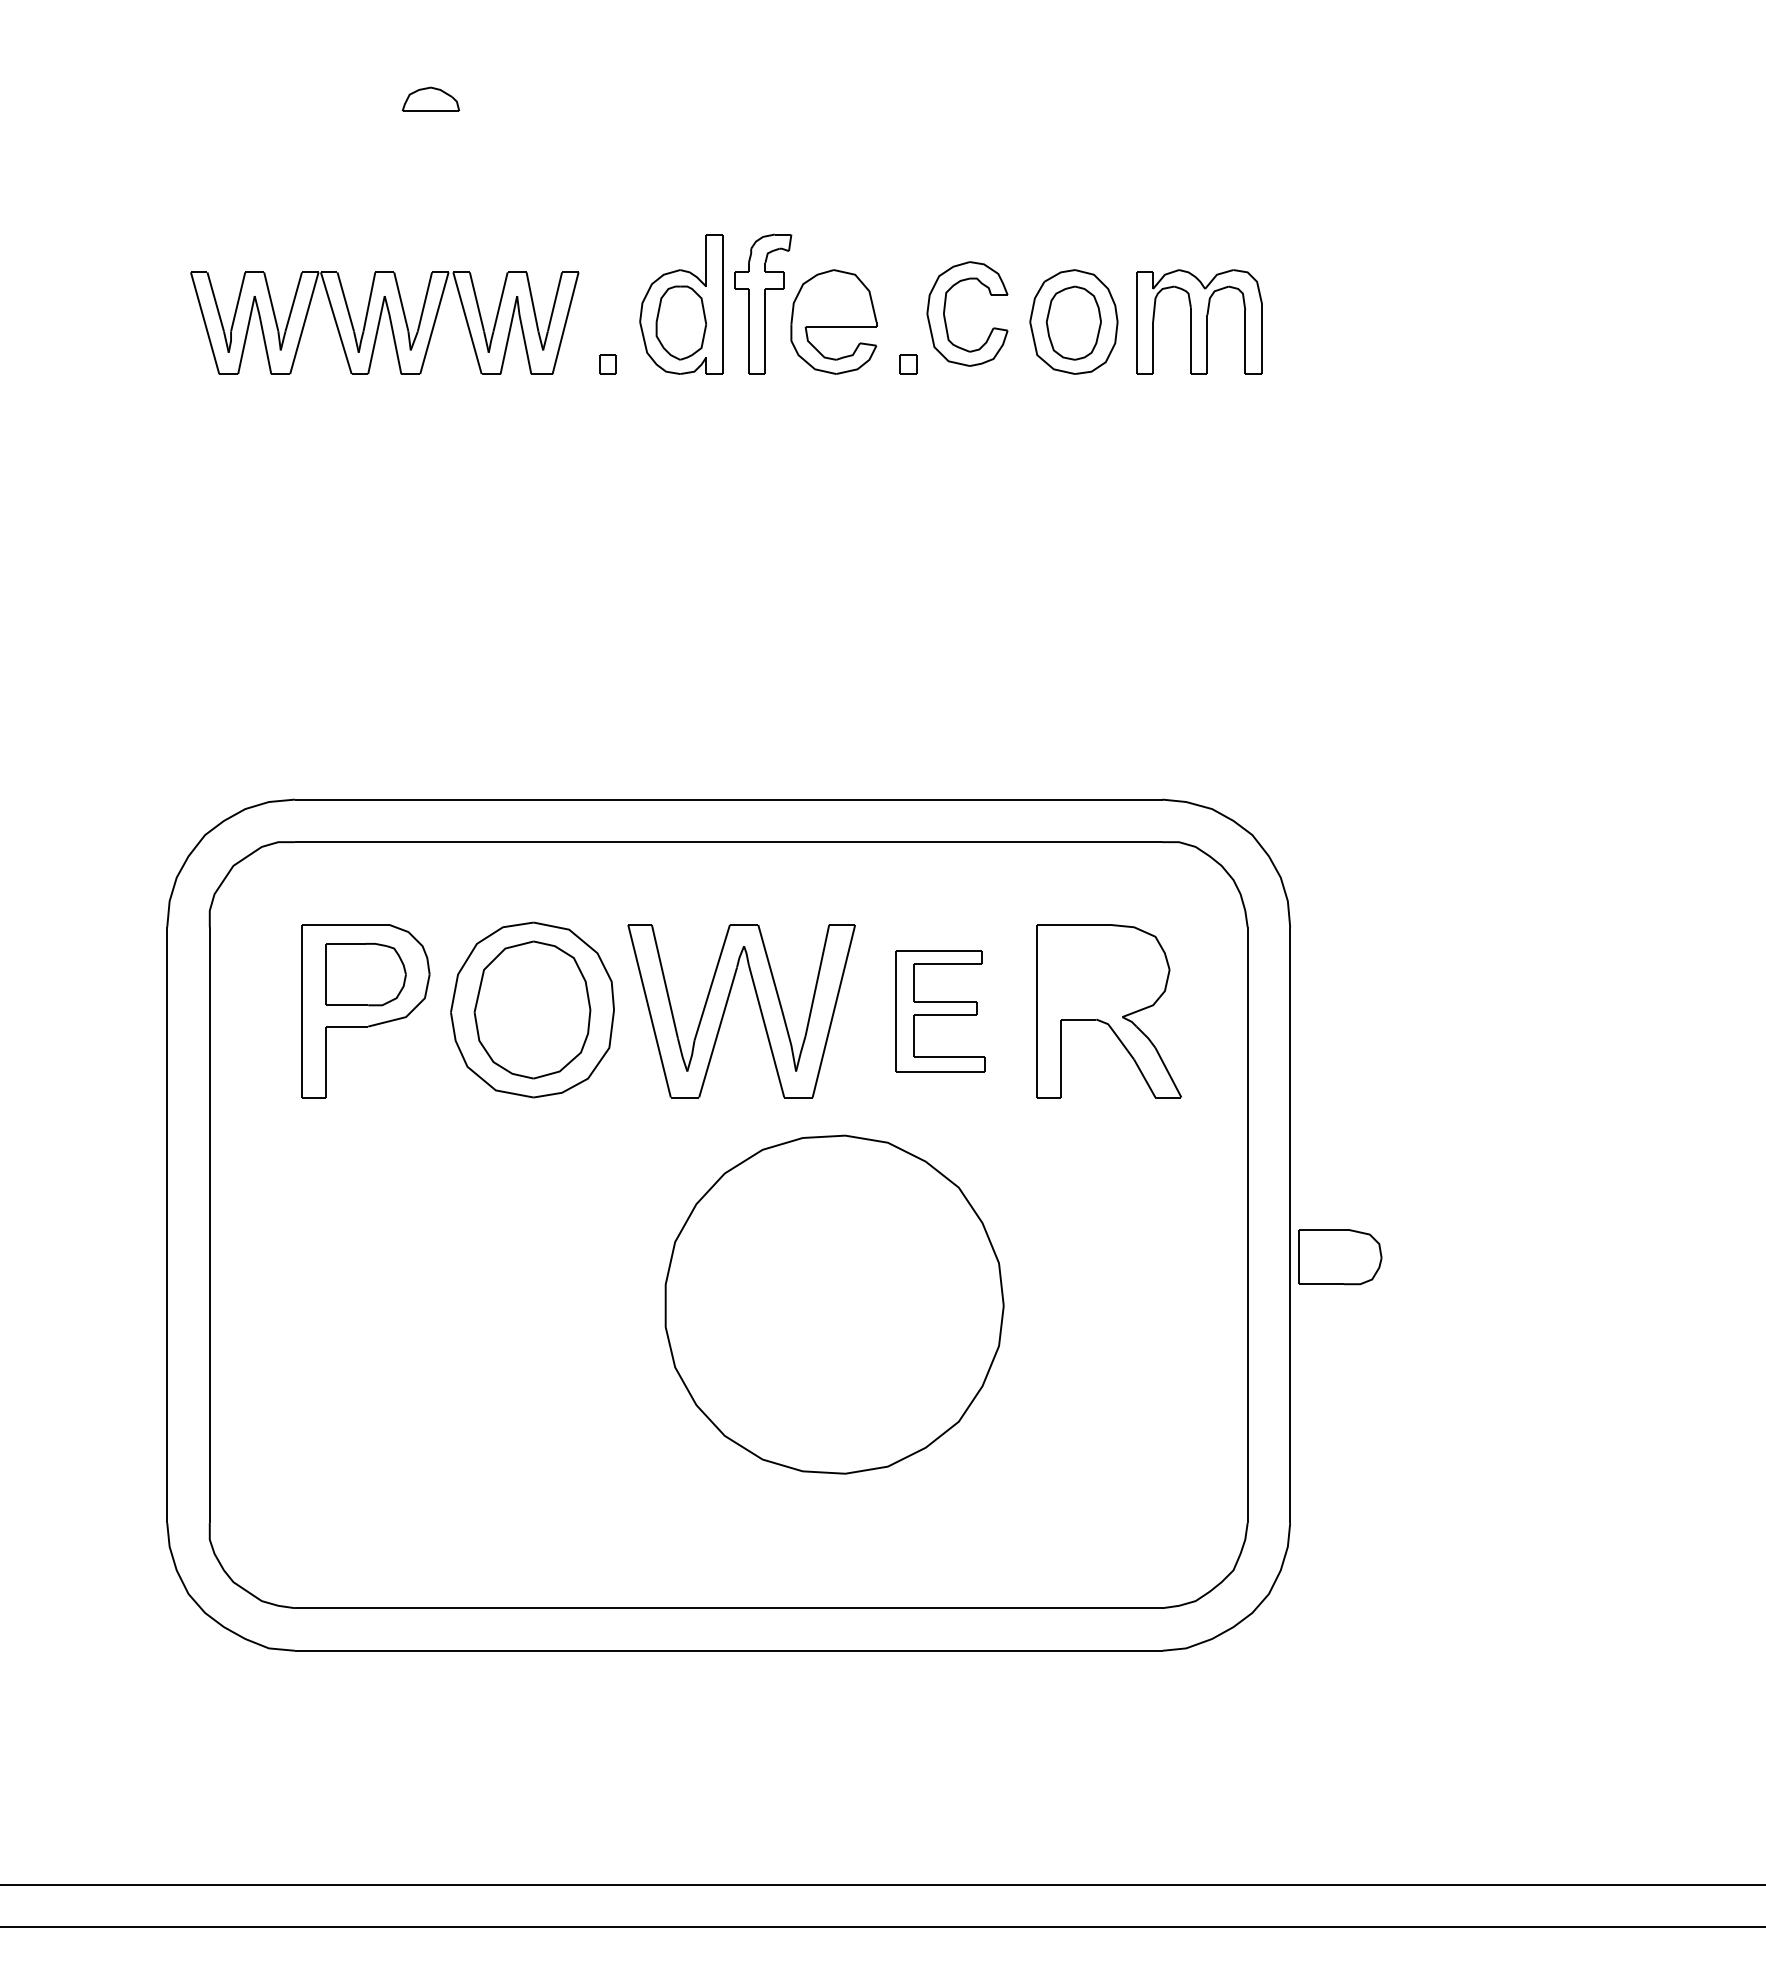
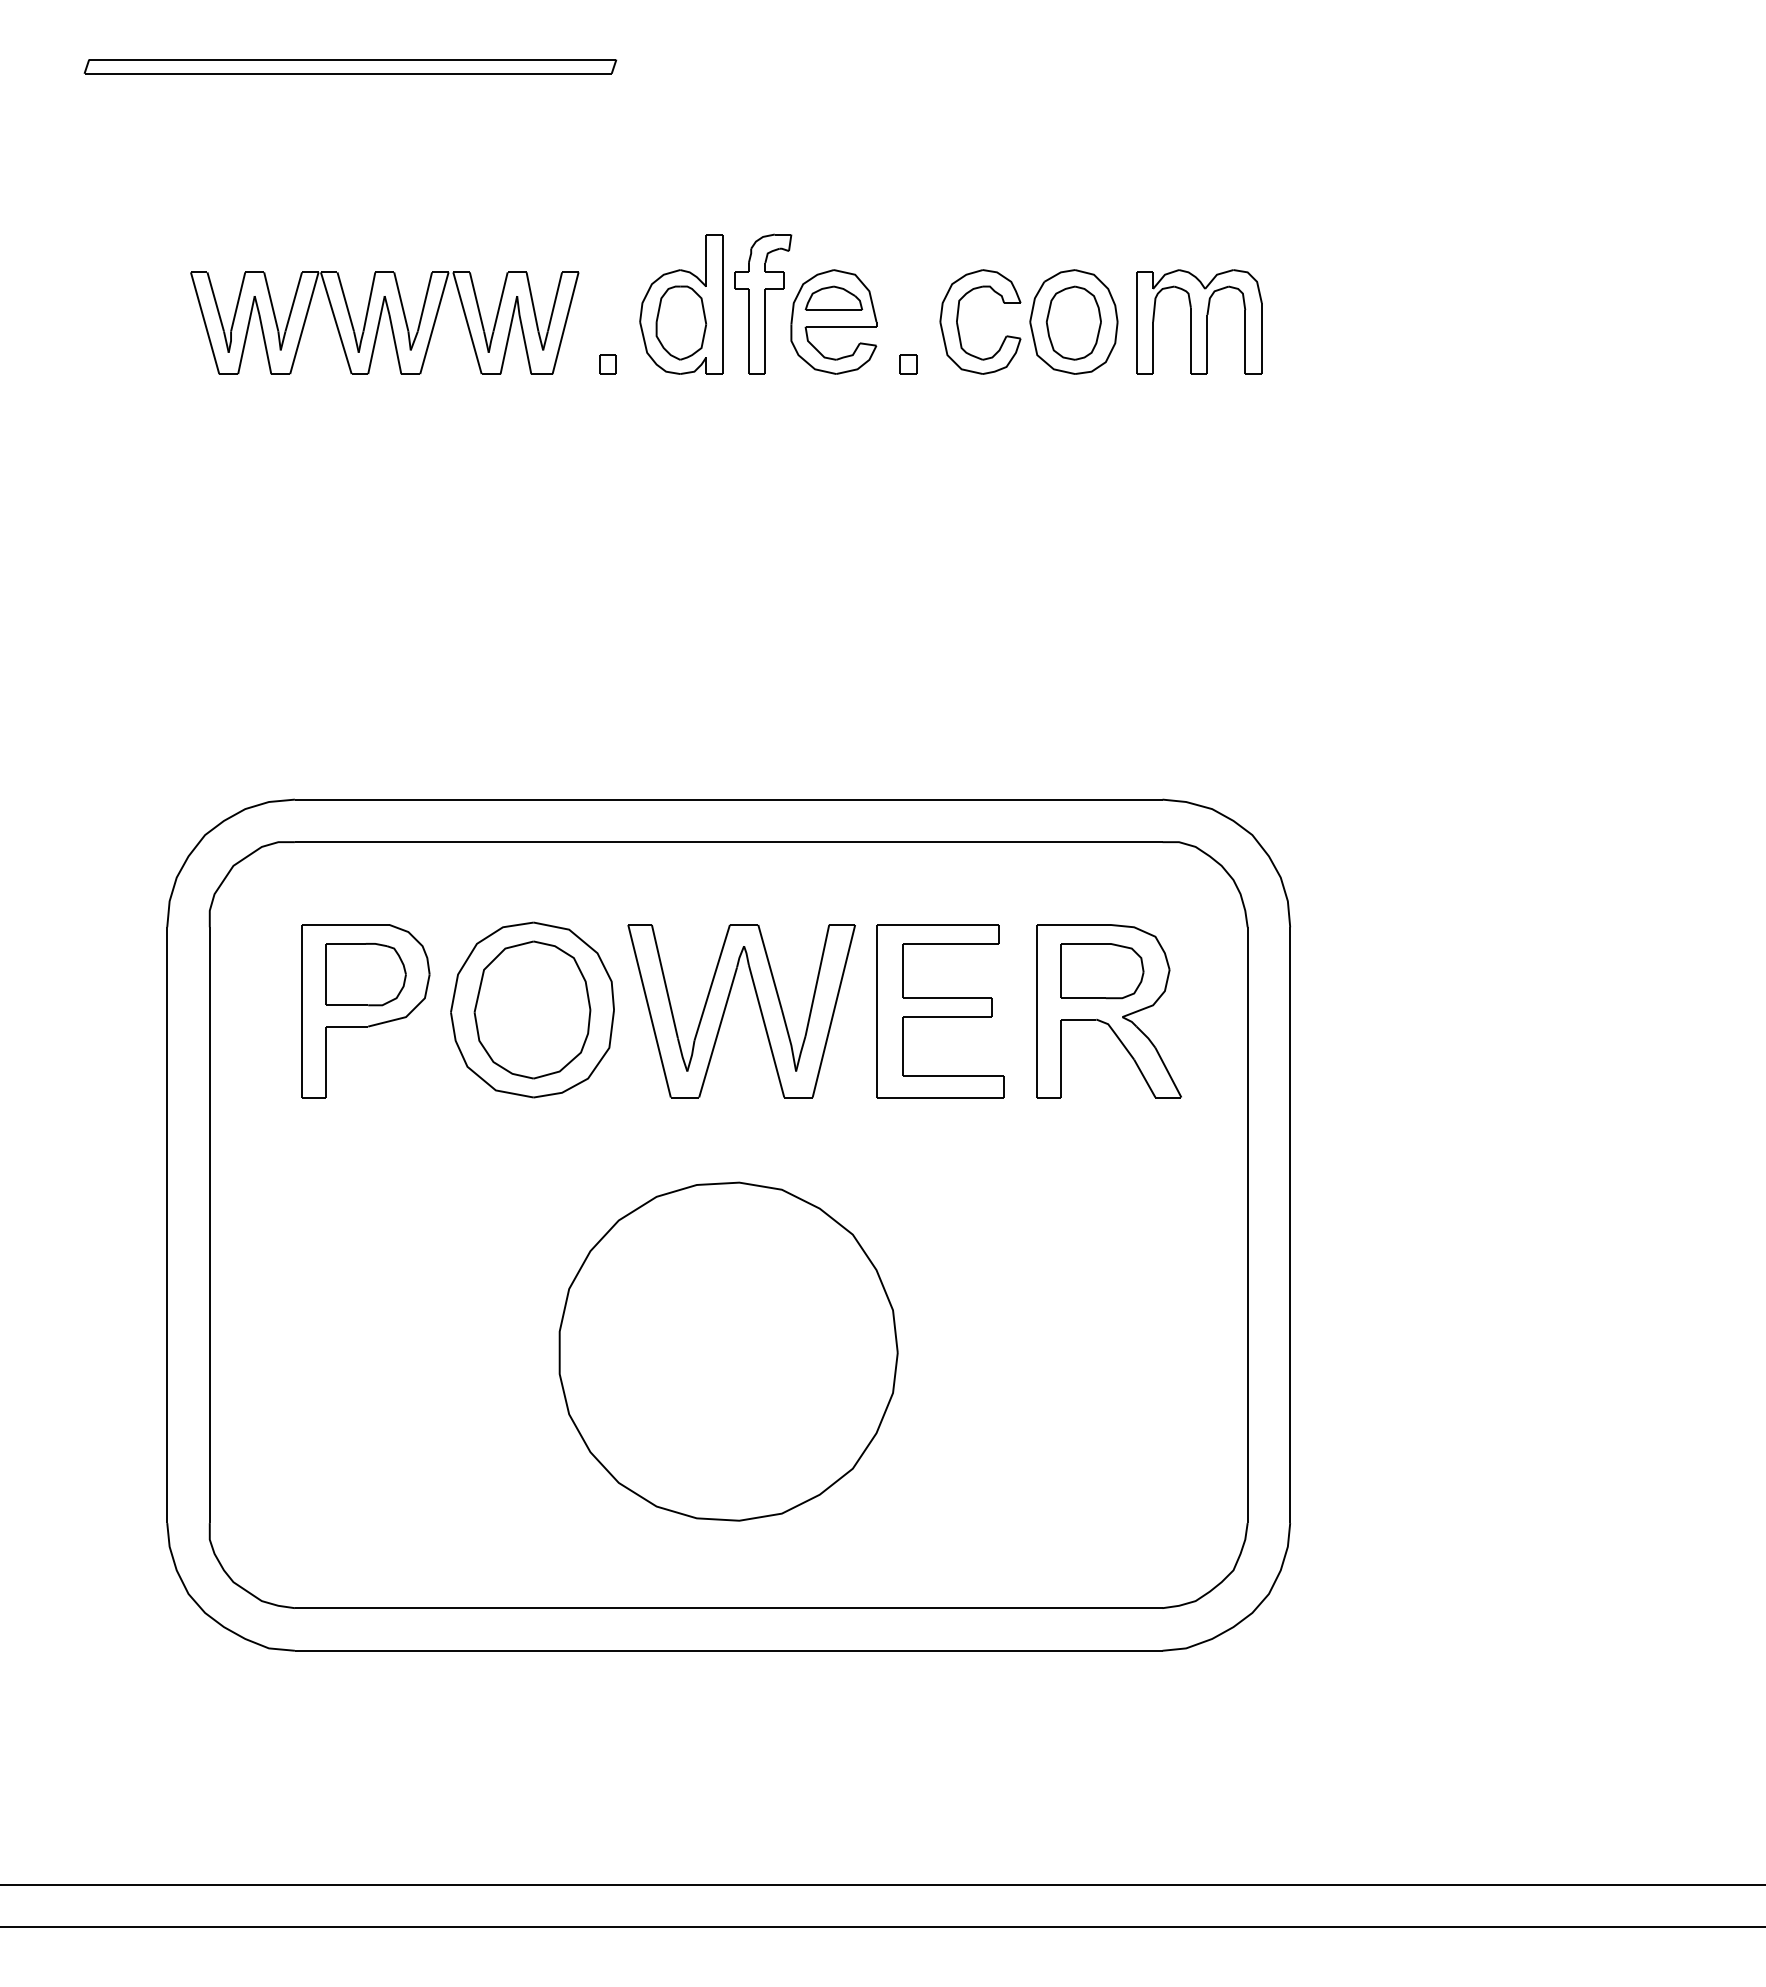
part at (350, 66): none -> present
part at (430, 98) position: (430, 98) -> (833, 297)
part at (945, 311) position: (945, 311) -> (958, 319)
part at (940, 1011) size: 91x123 px -> 129x175 px
part at (1340, 1257) position: (1340, 1257) -> (1102, 971)
part at (834, 1304) position: (834, 1304) -> (728, 1351)
